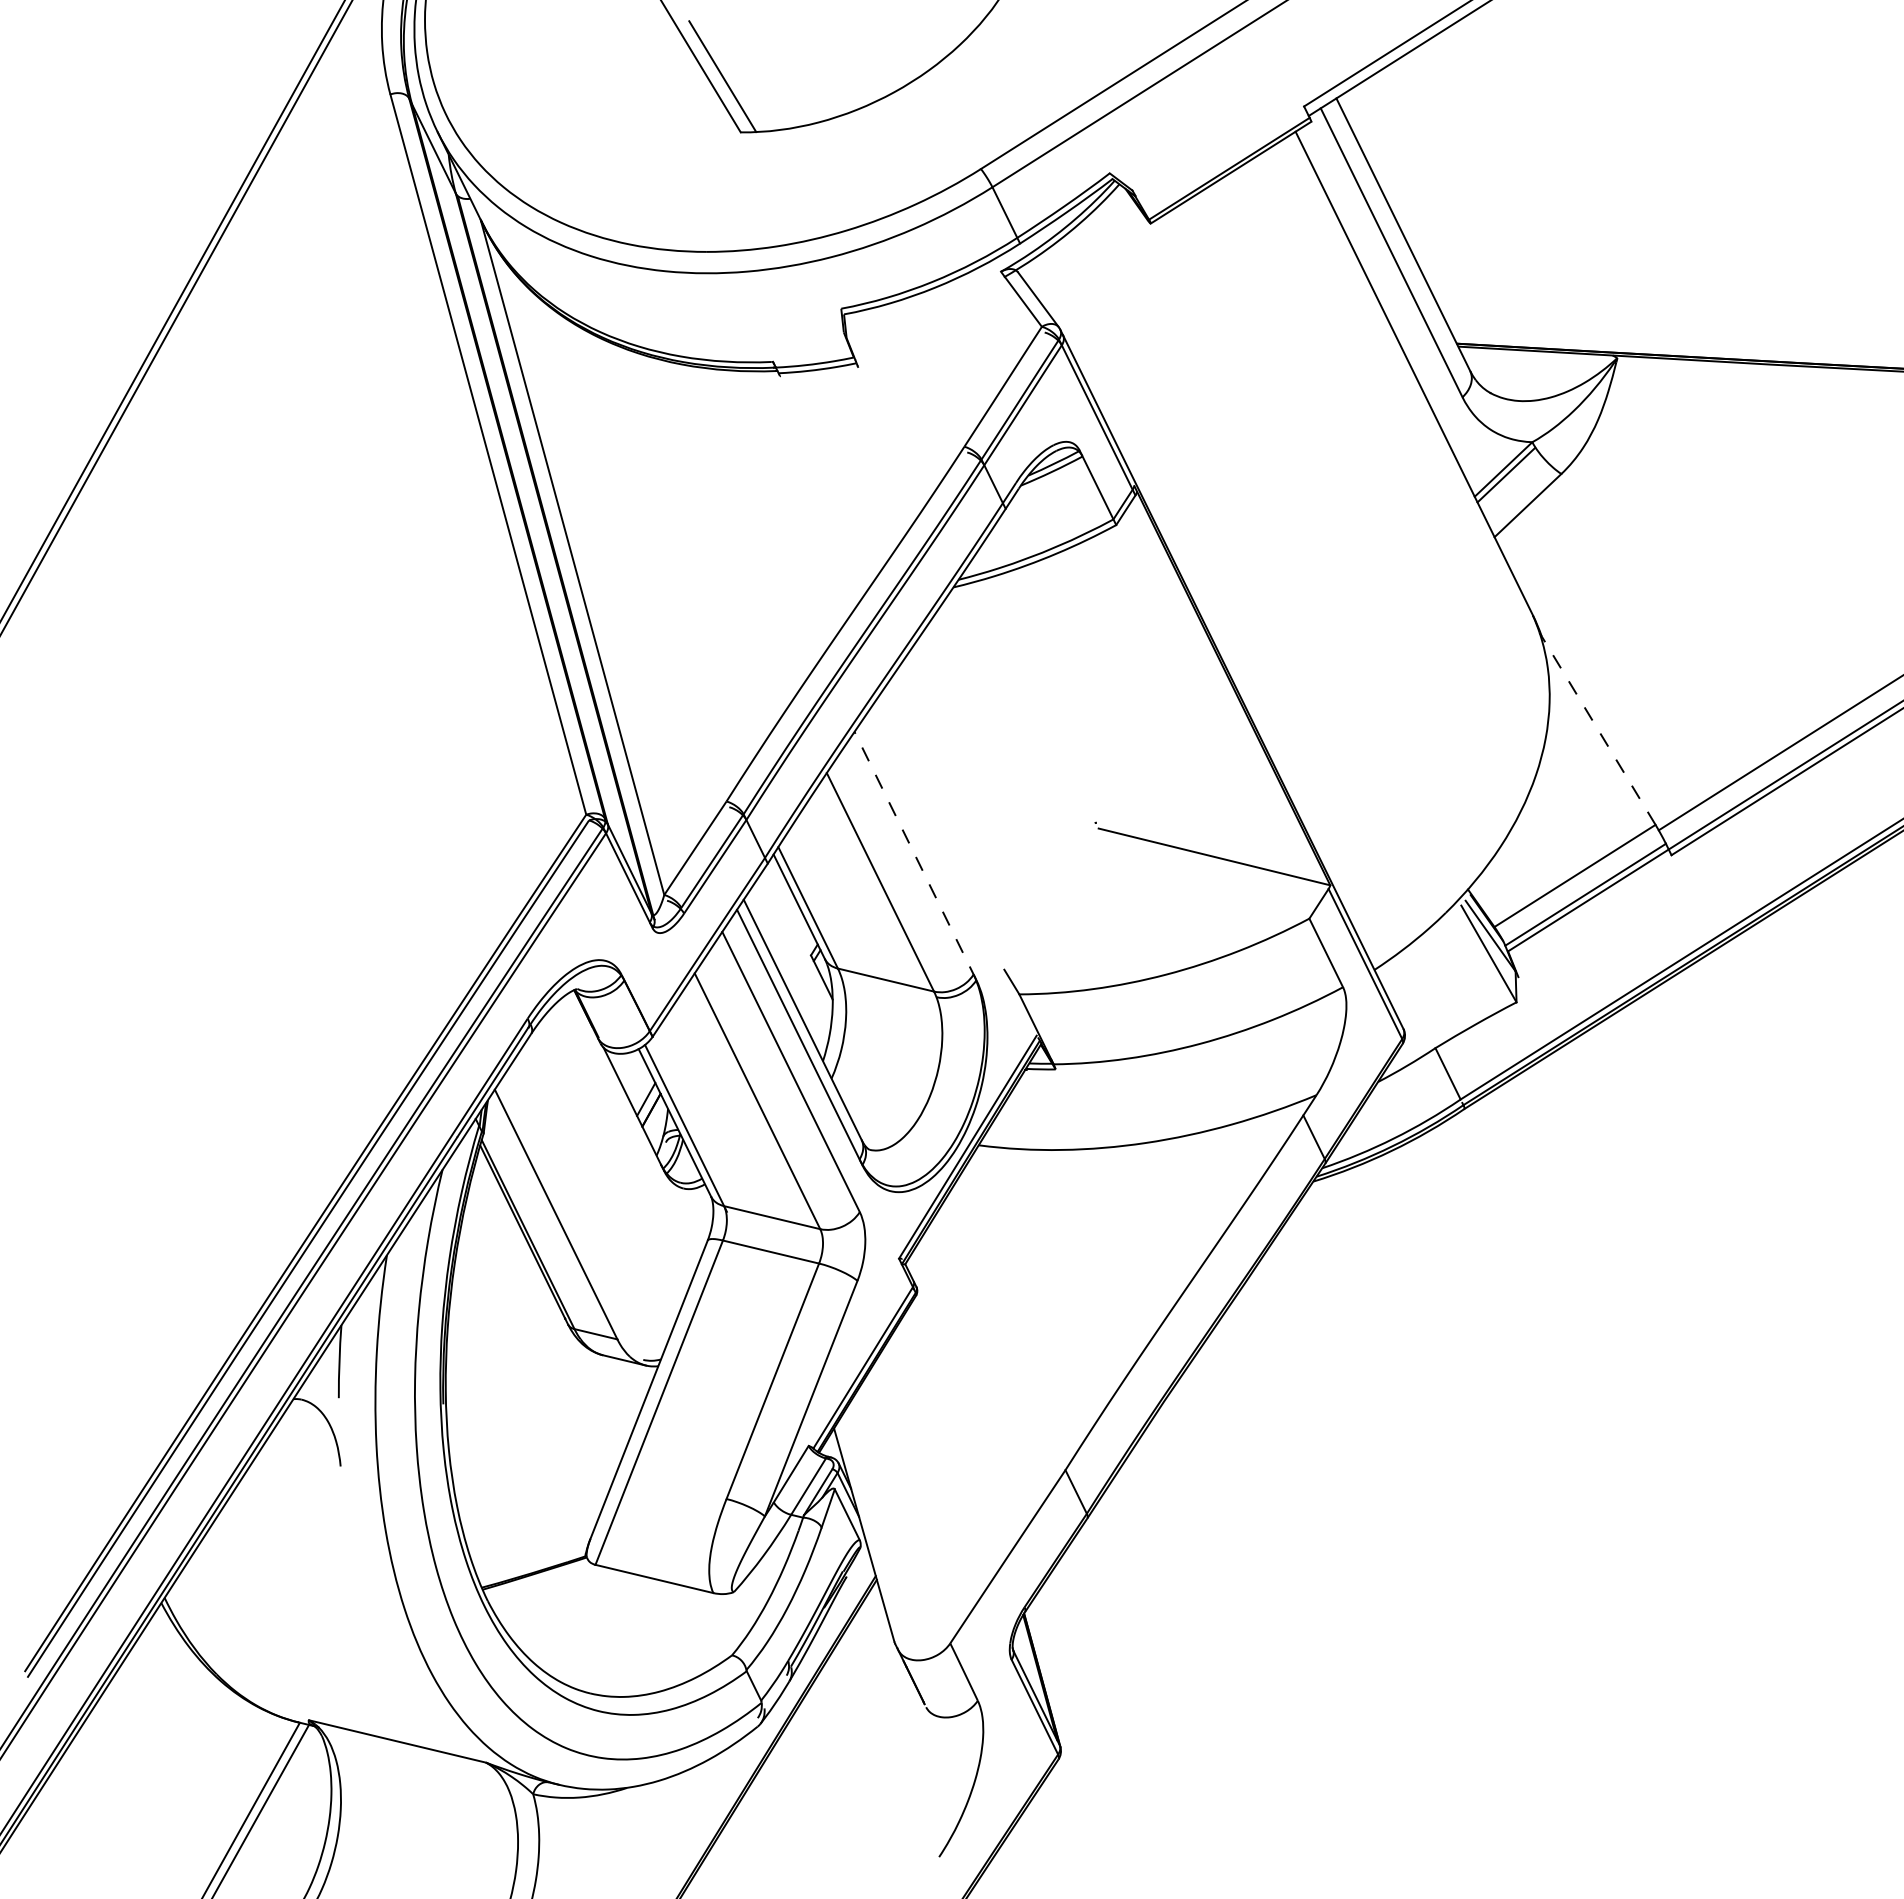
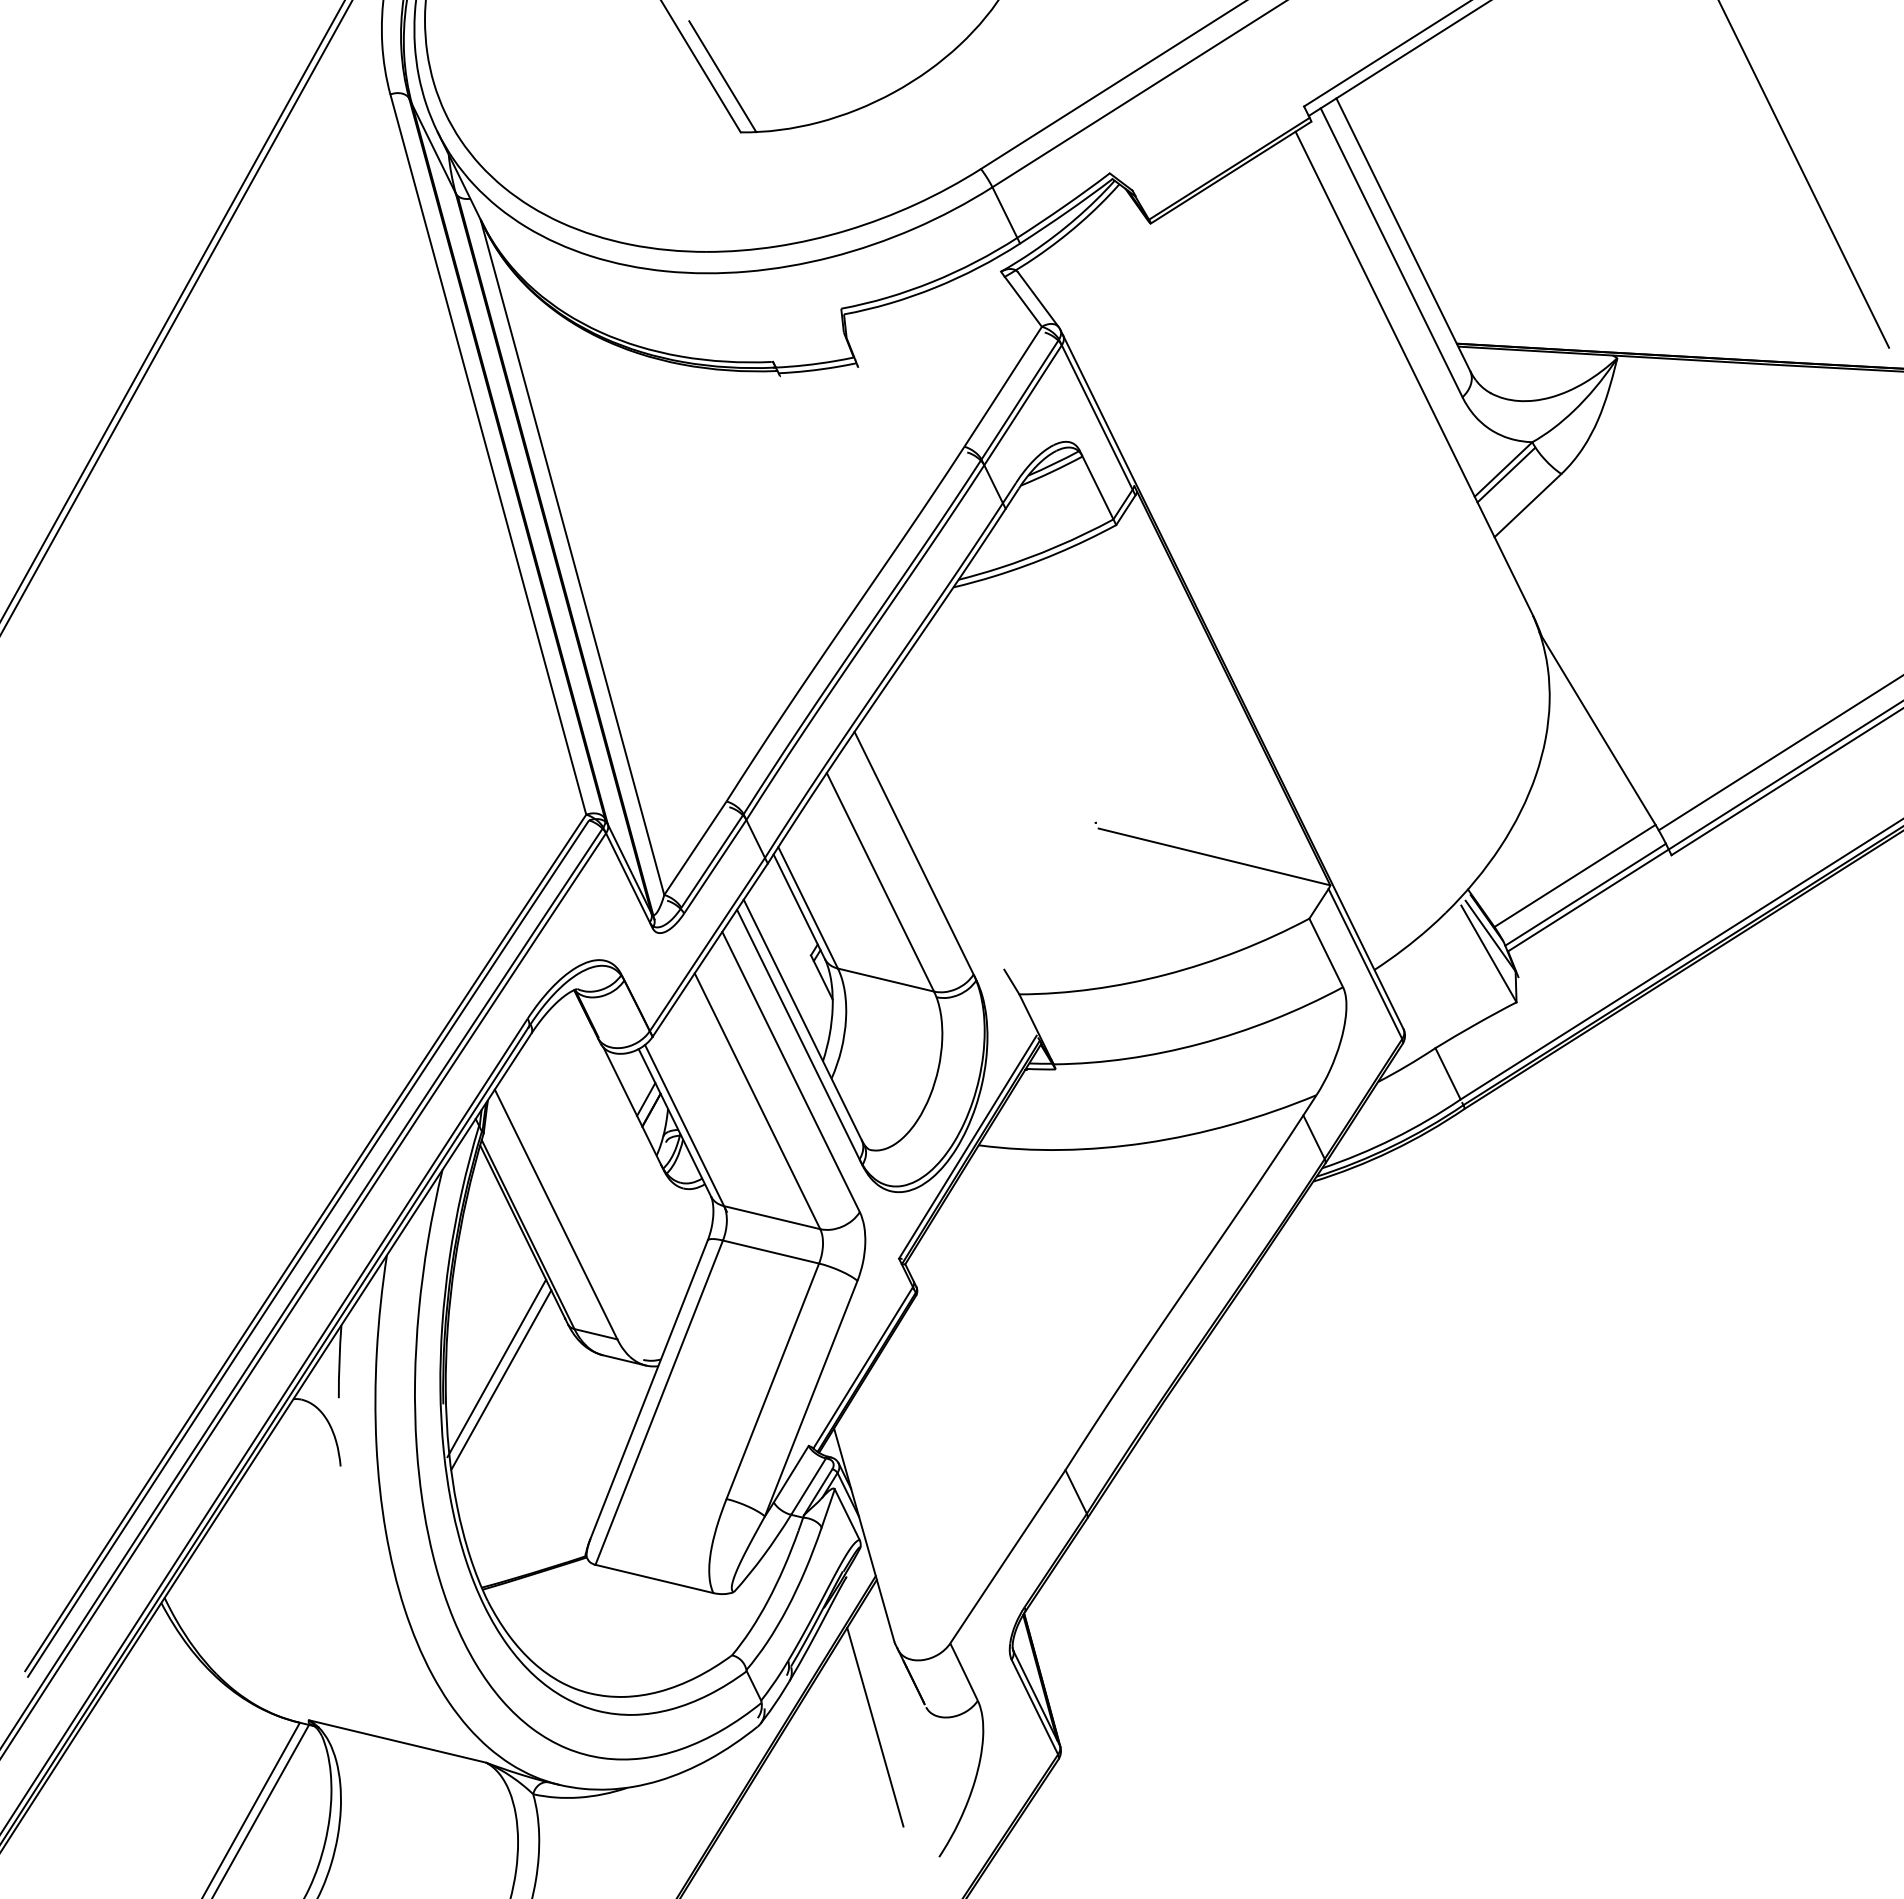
line at (1804, 174): none -> present
line at (1597, 728): dashed -> solid
line at (915, 855): dashed -> solid
line at (496, 1368): none -> present
line at (501, 1379): none -> present
line at (875, 1726): none -> present
